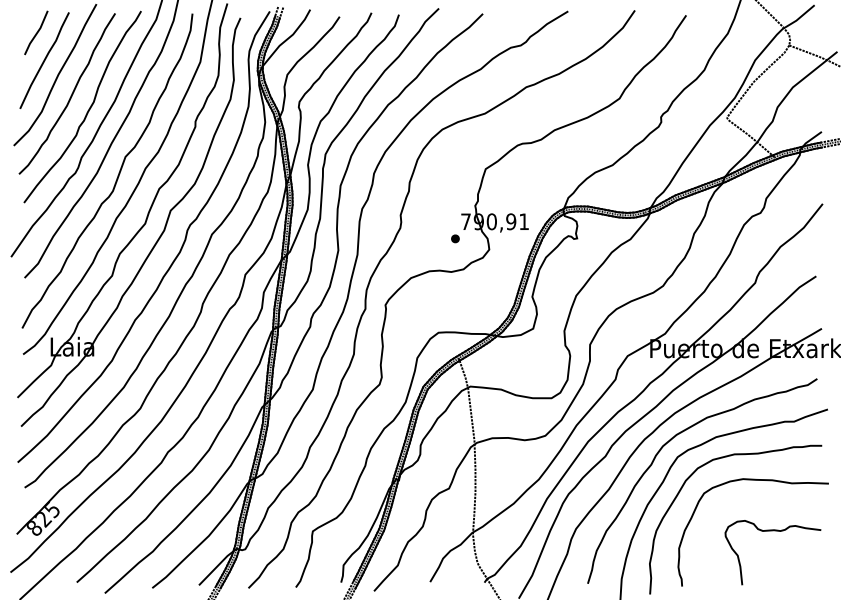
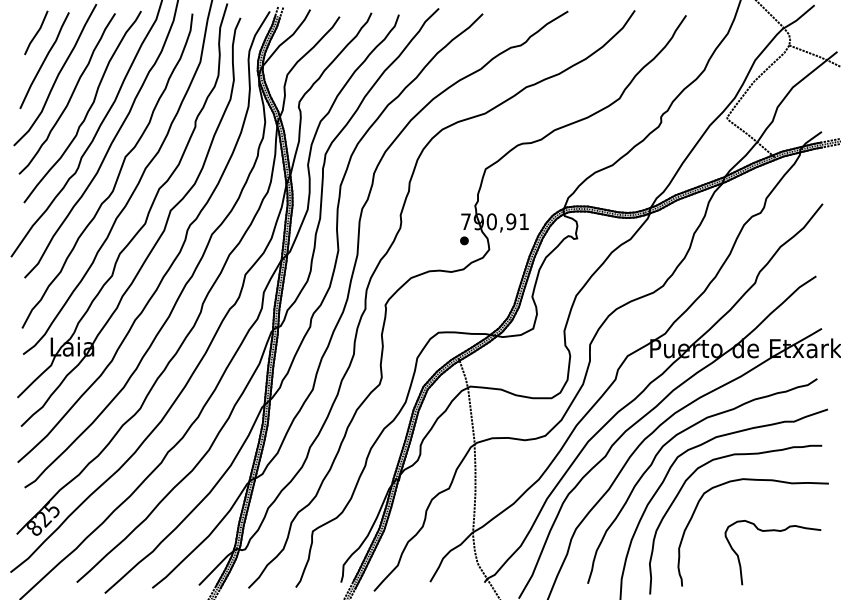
part at (455, 238) position: (455, 238) -> (464, 240)
